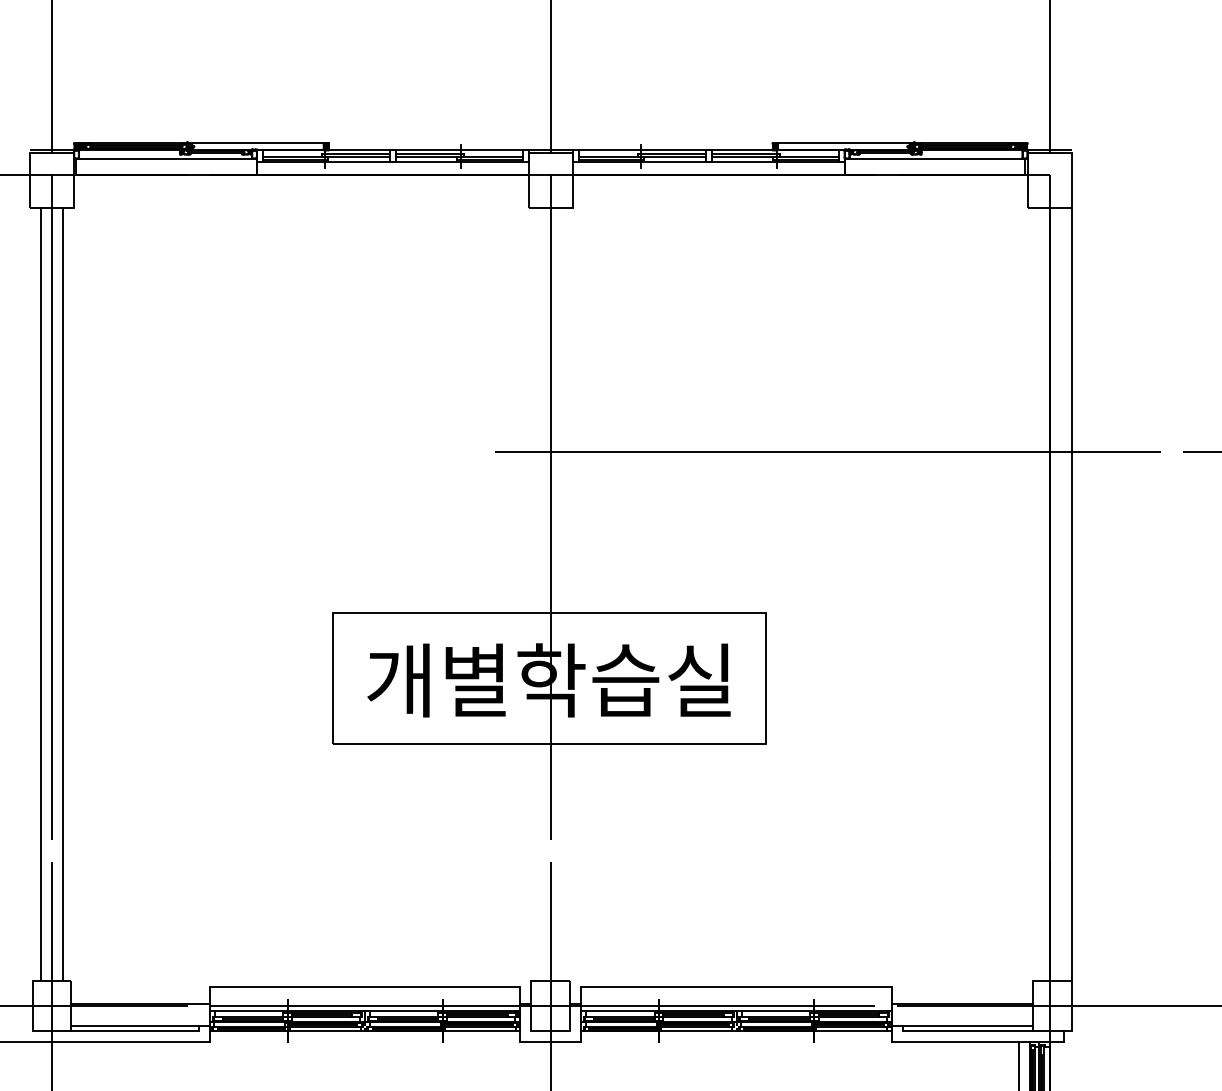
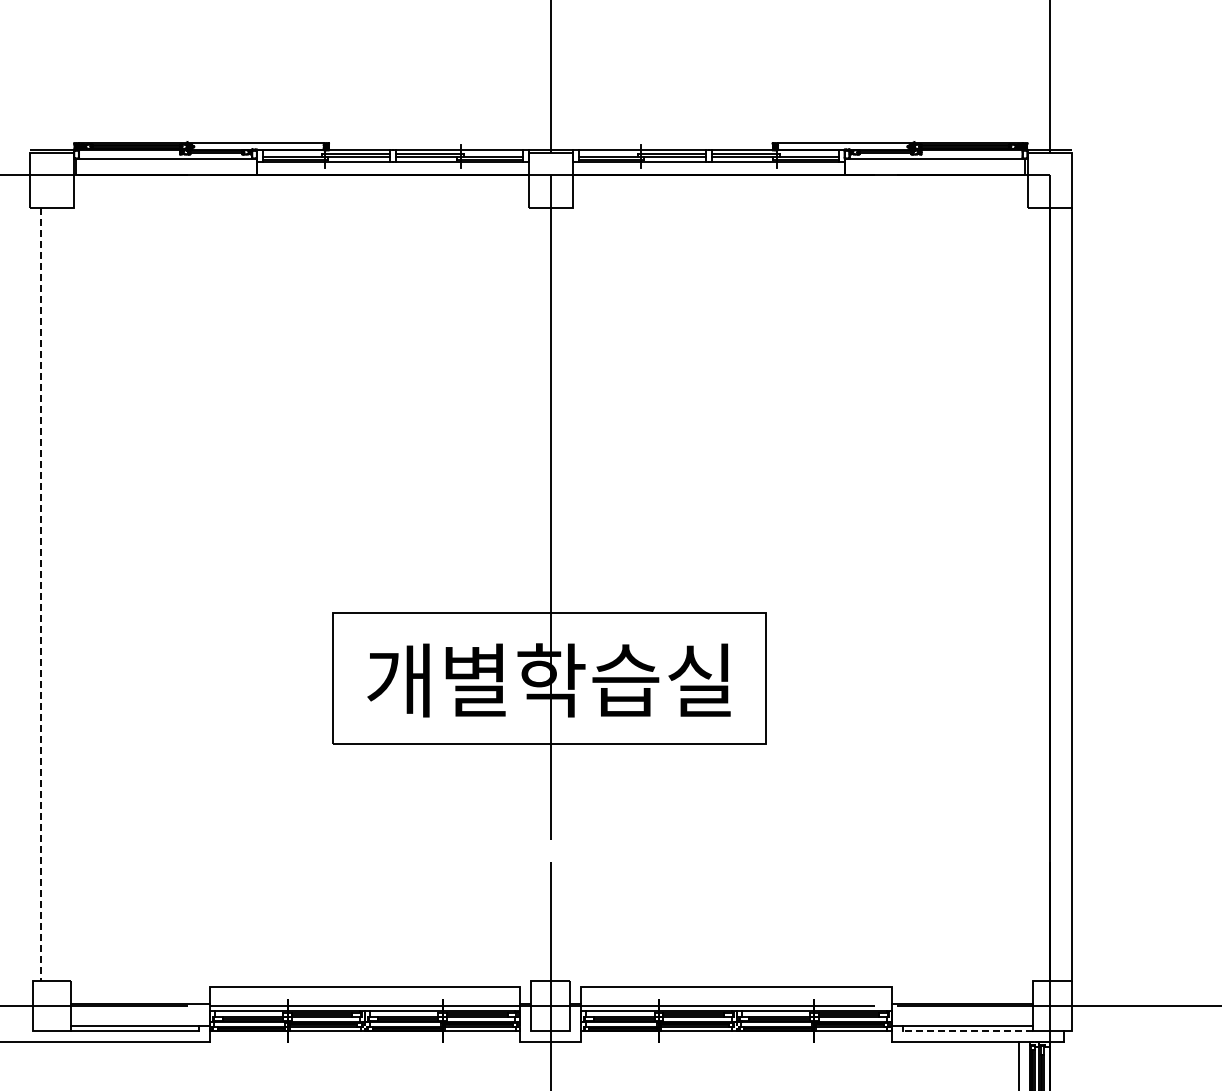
line at (856, 452): present -> none
line at (51, 544): present -> none
line at (40, 594): solid -> dashed
line at (62, 594): present -> none
line at (967, 1031): solid -> dashed
